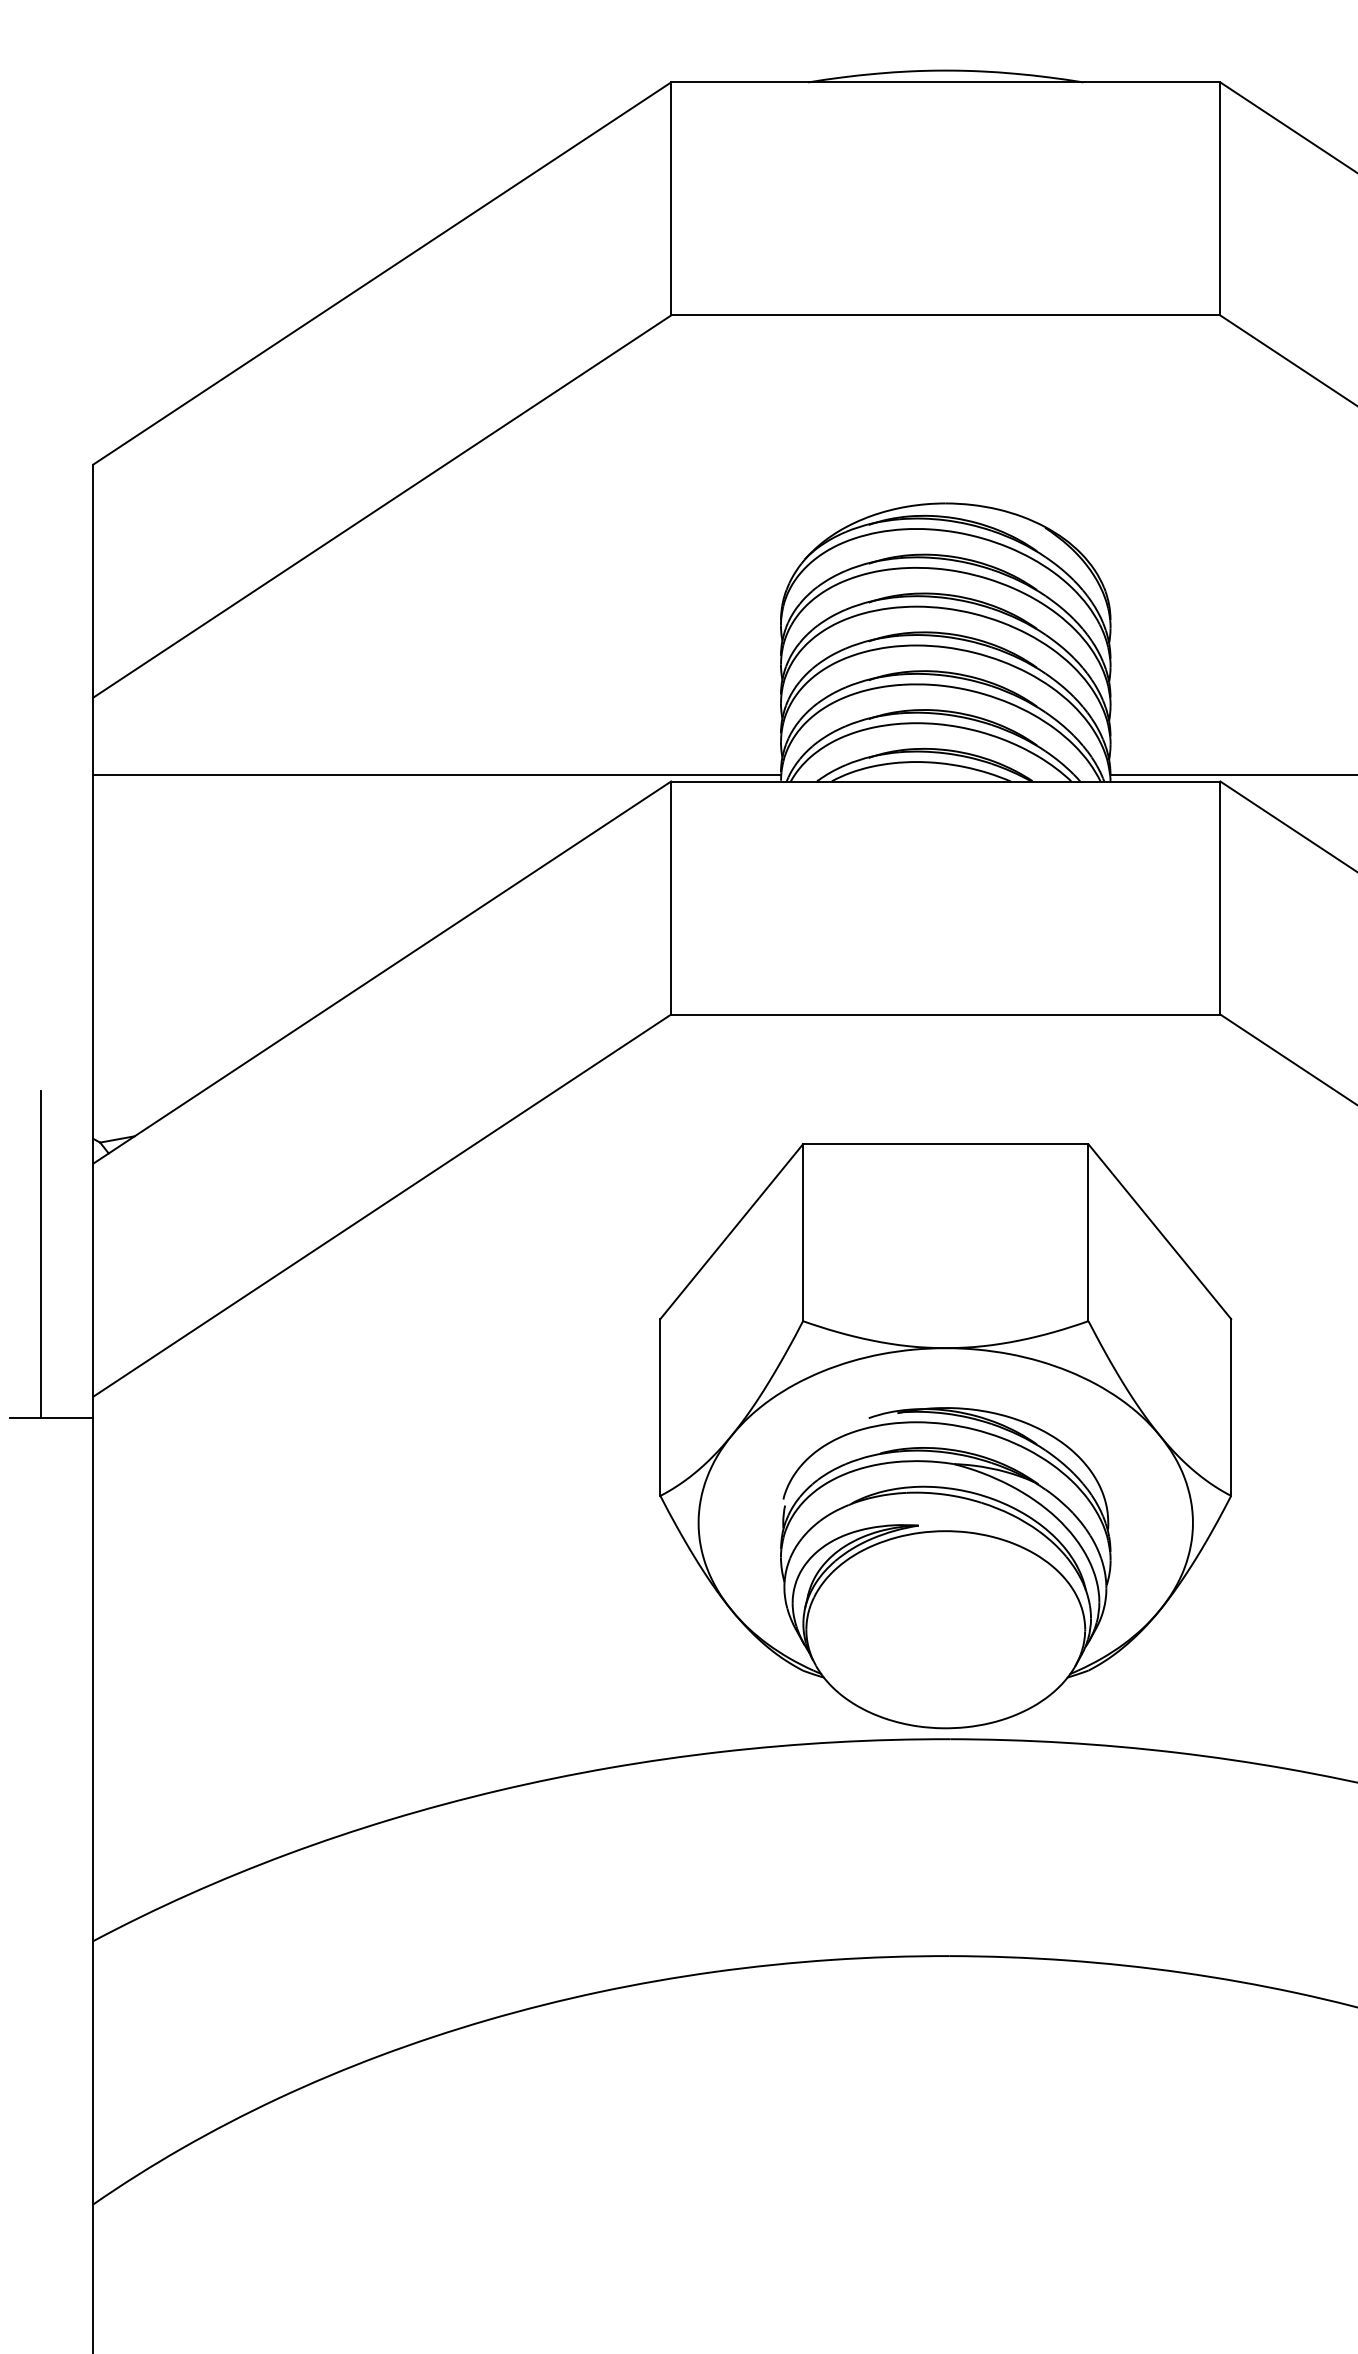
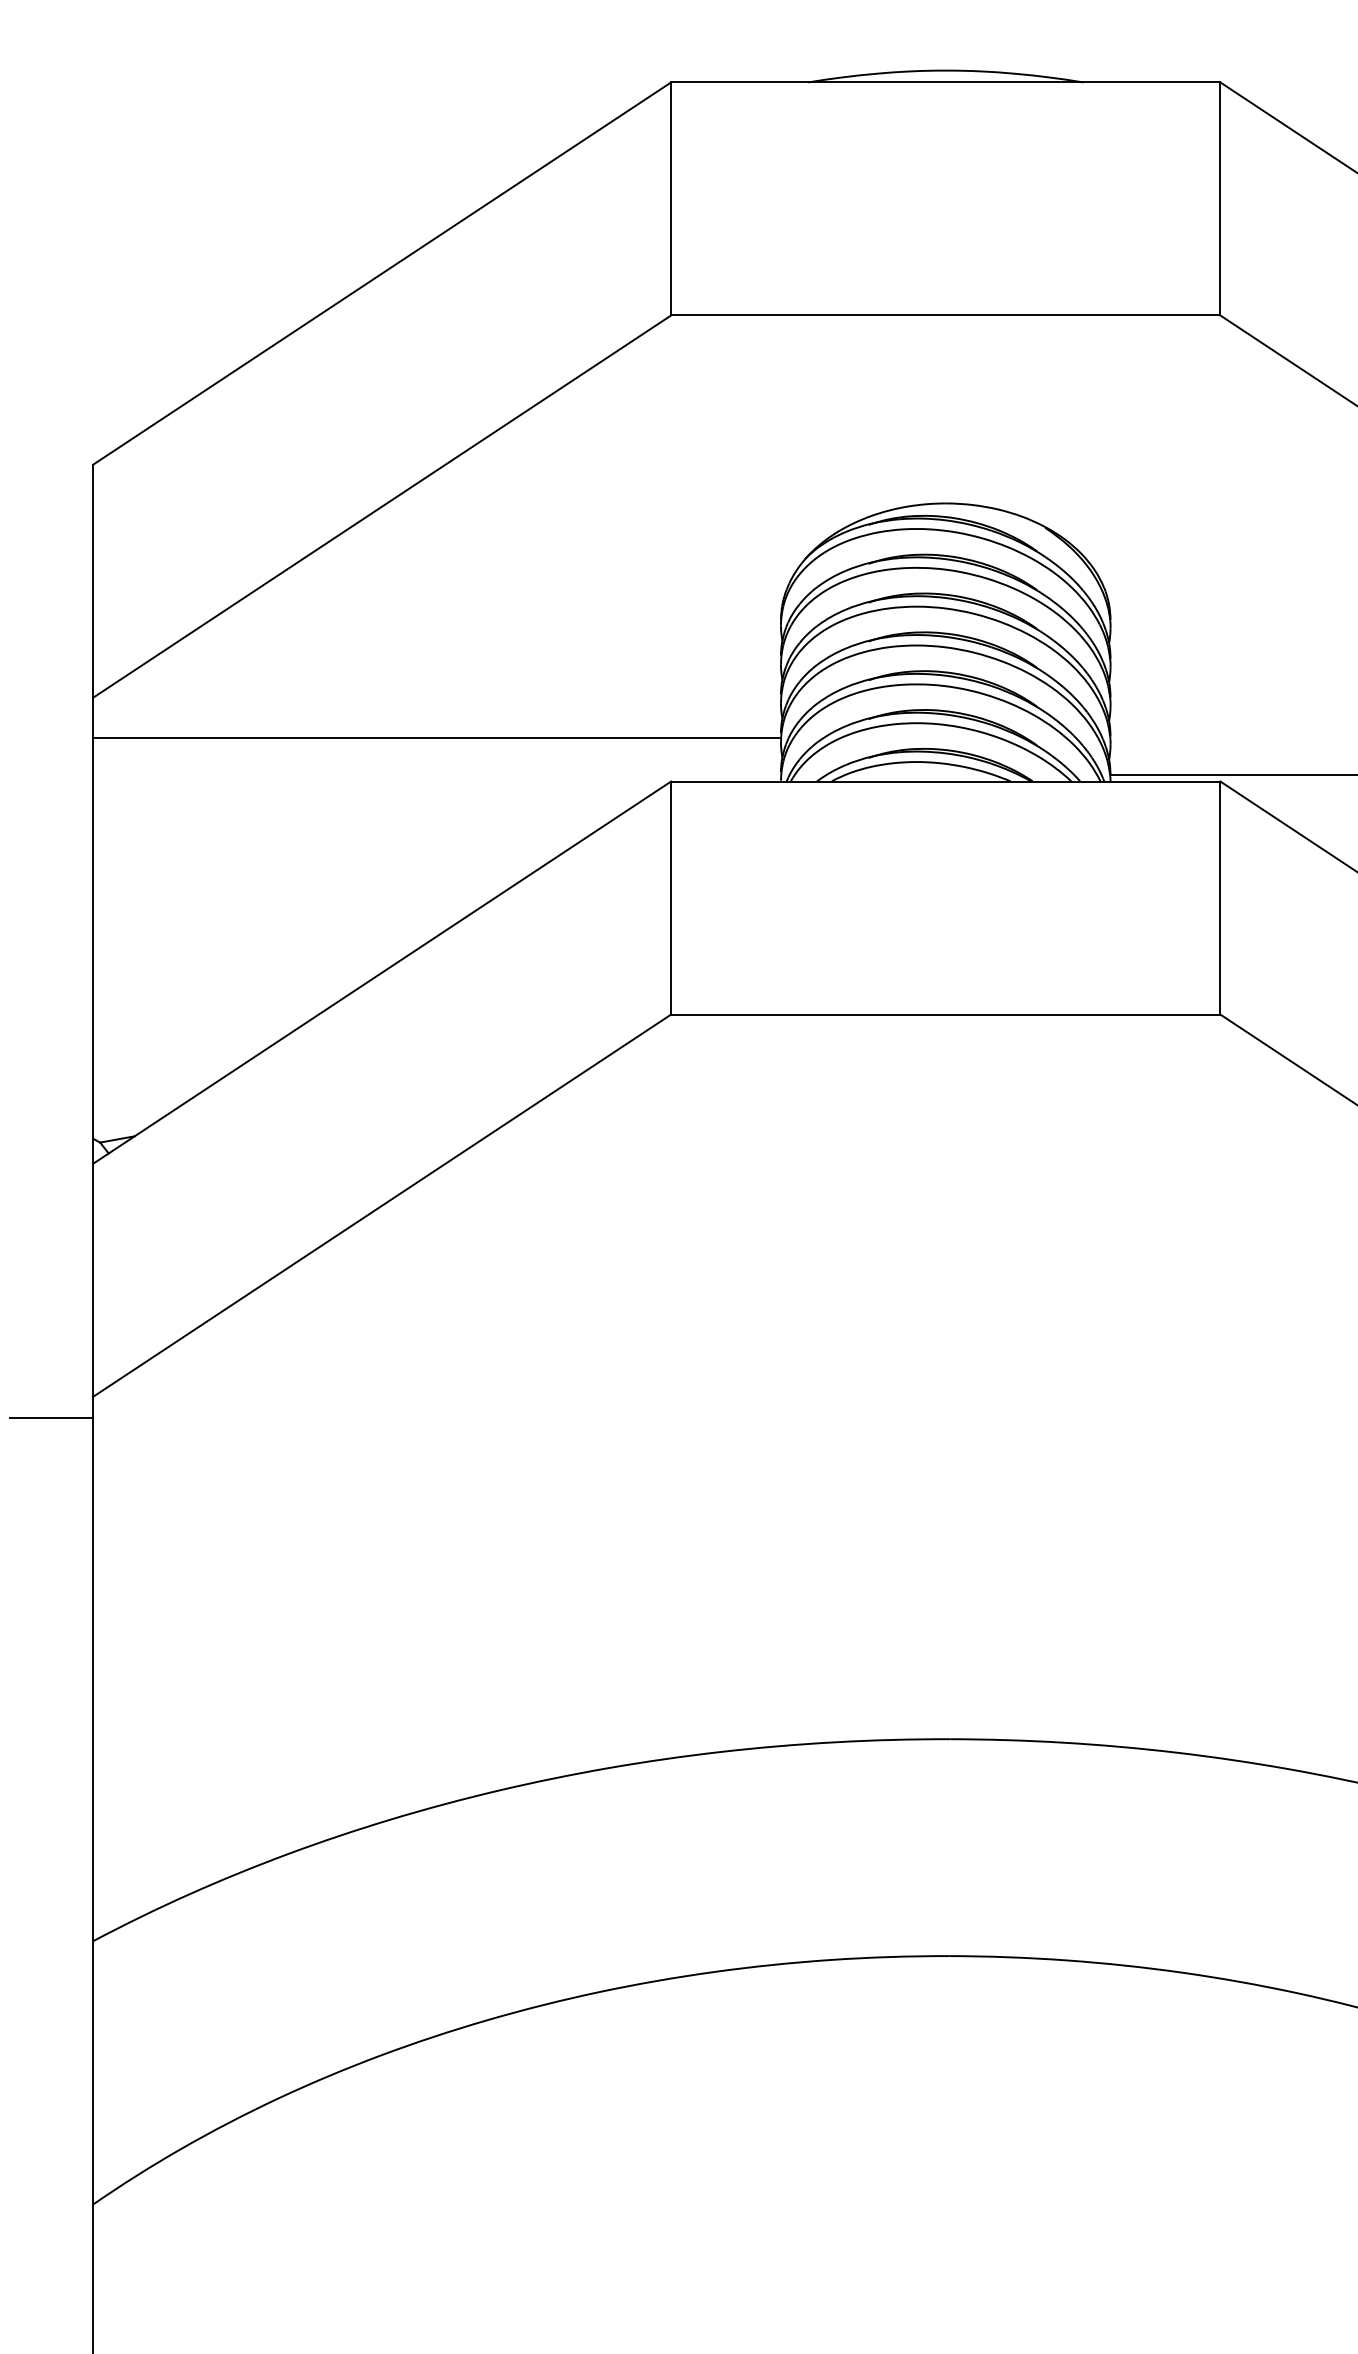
line at (436, 775) position: (436, 775) -> (436, 738)
line at (40, 1253): present -> none
part at (945, 1436): present -> none
